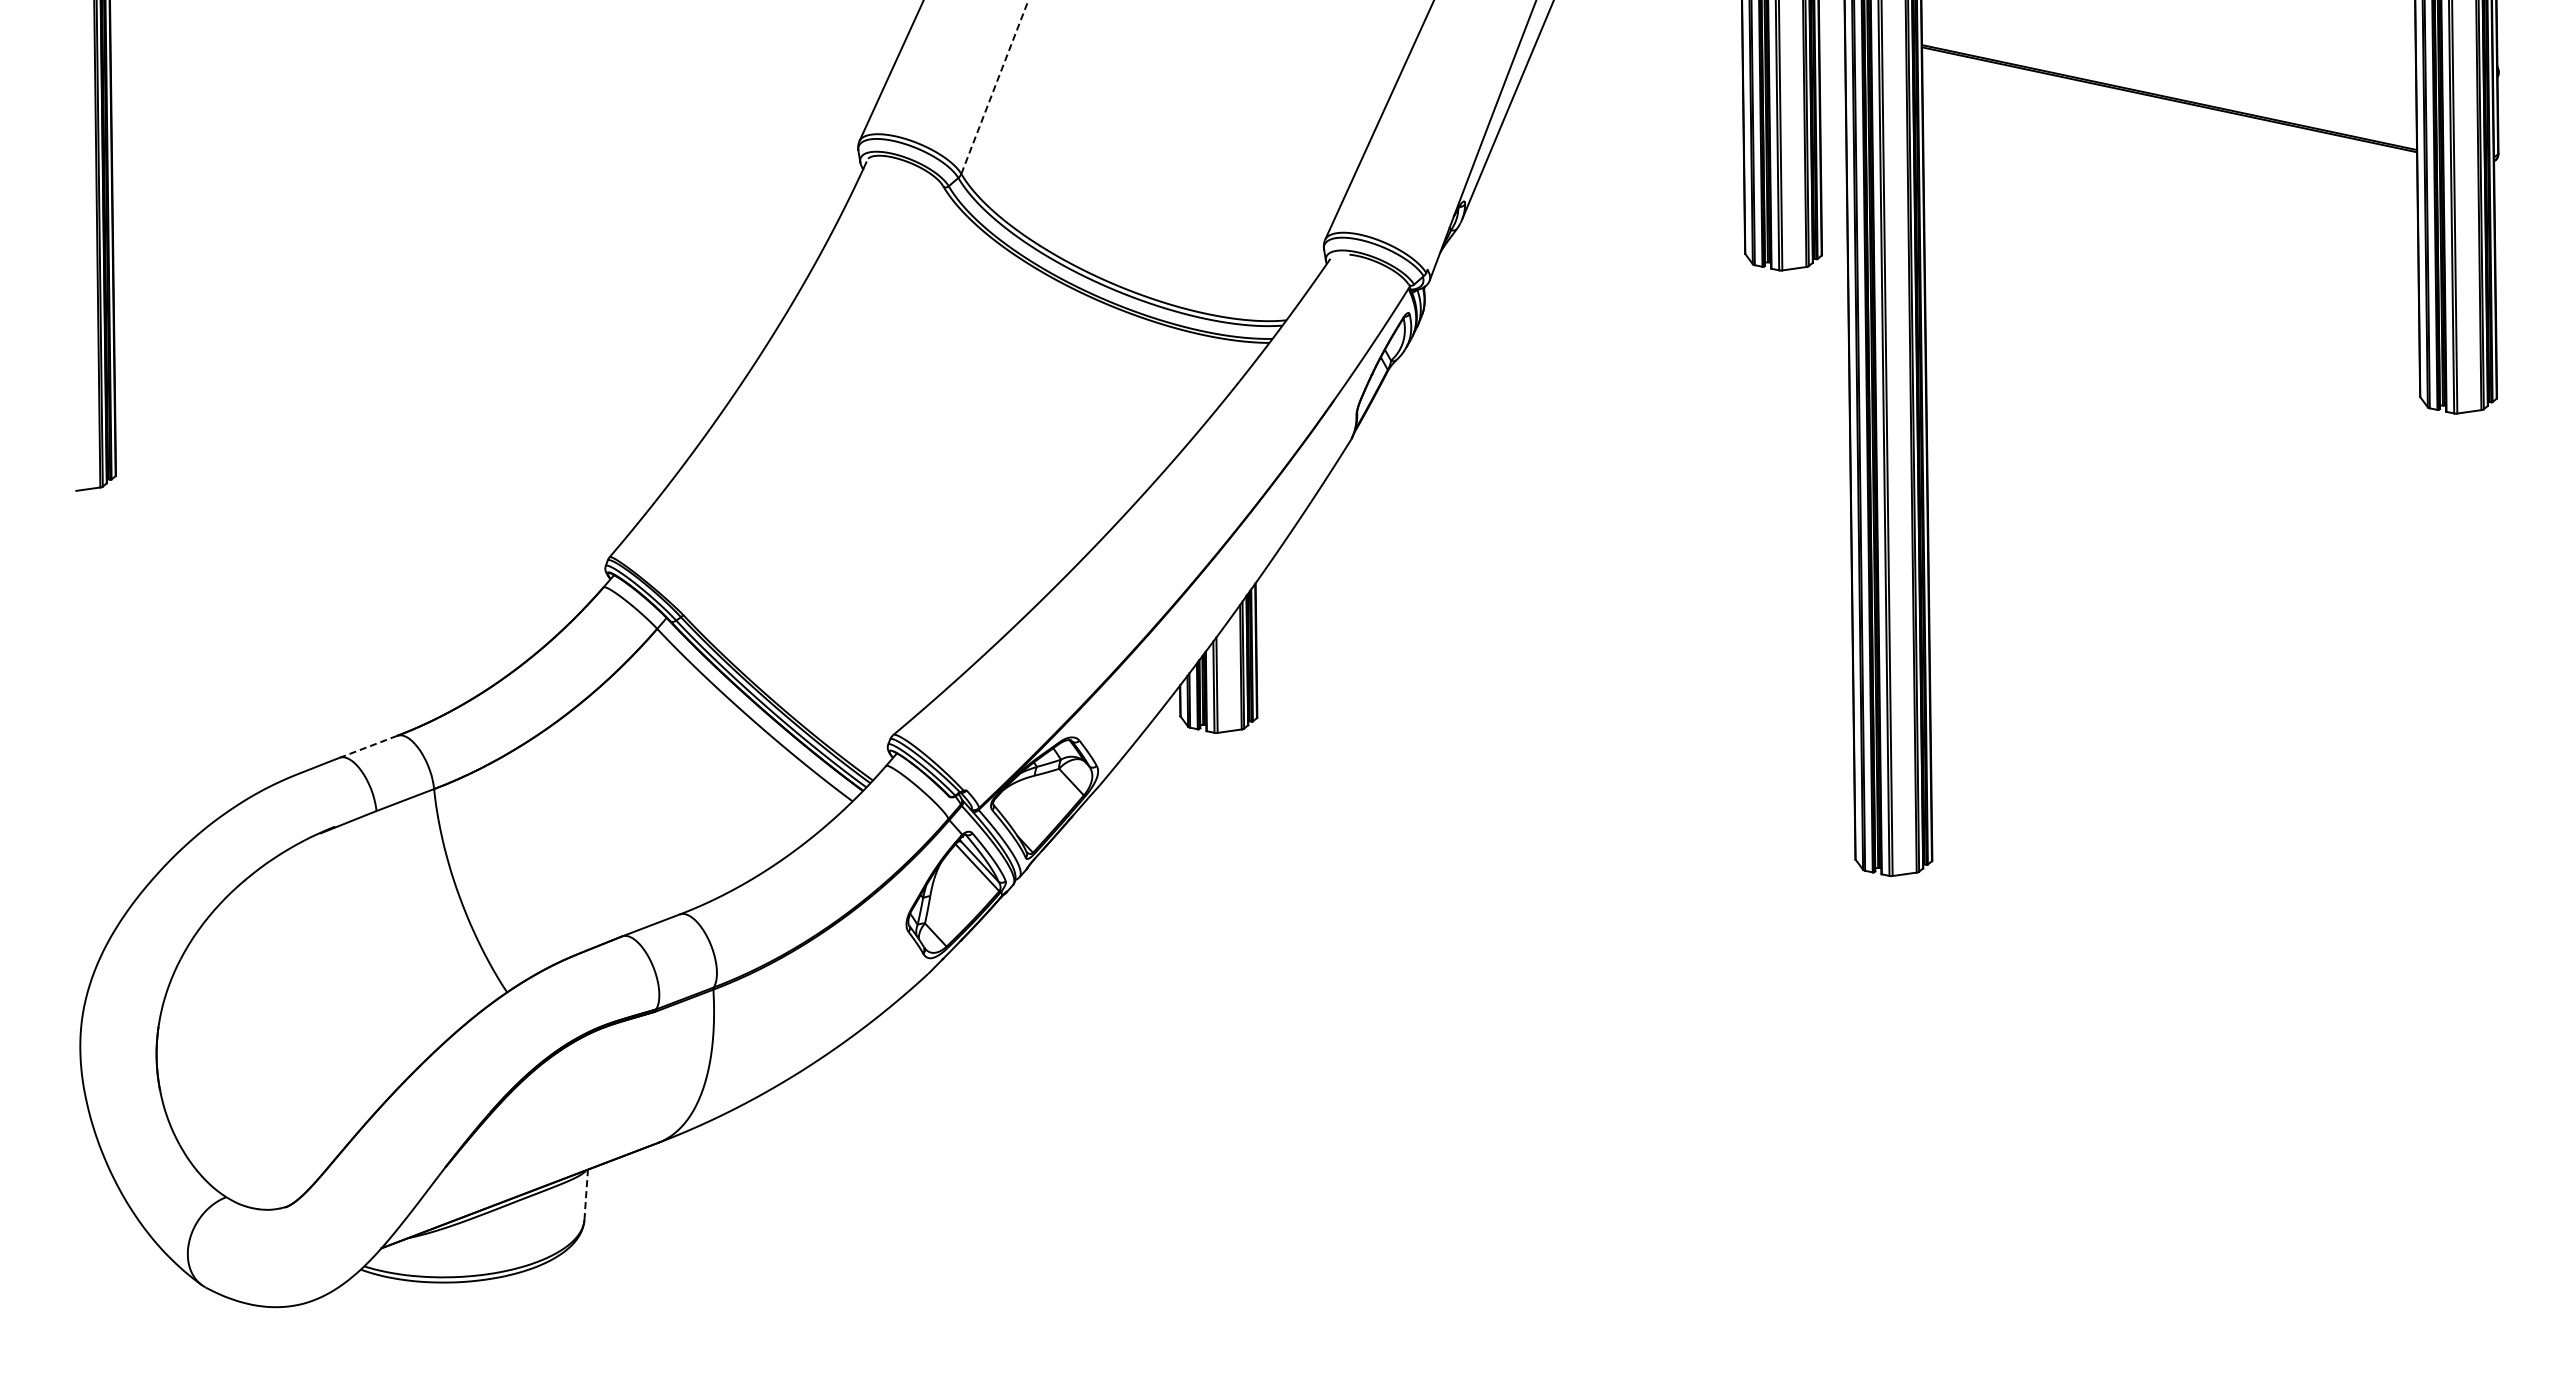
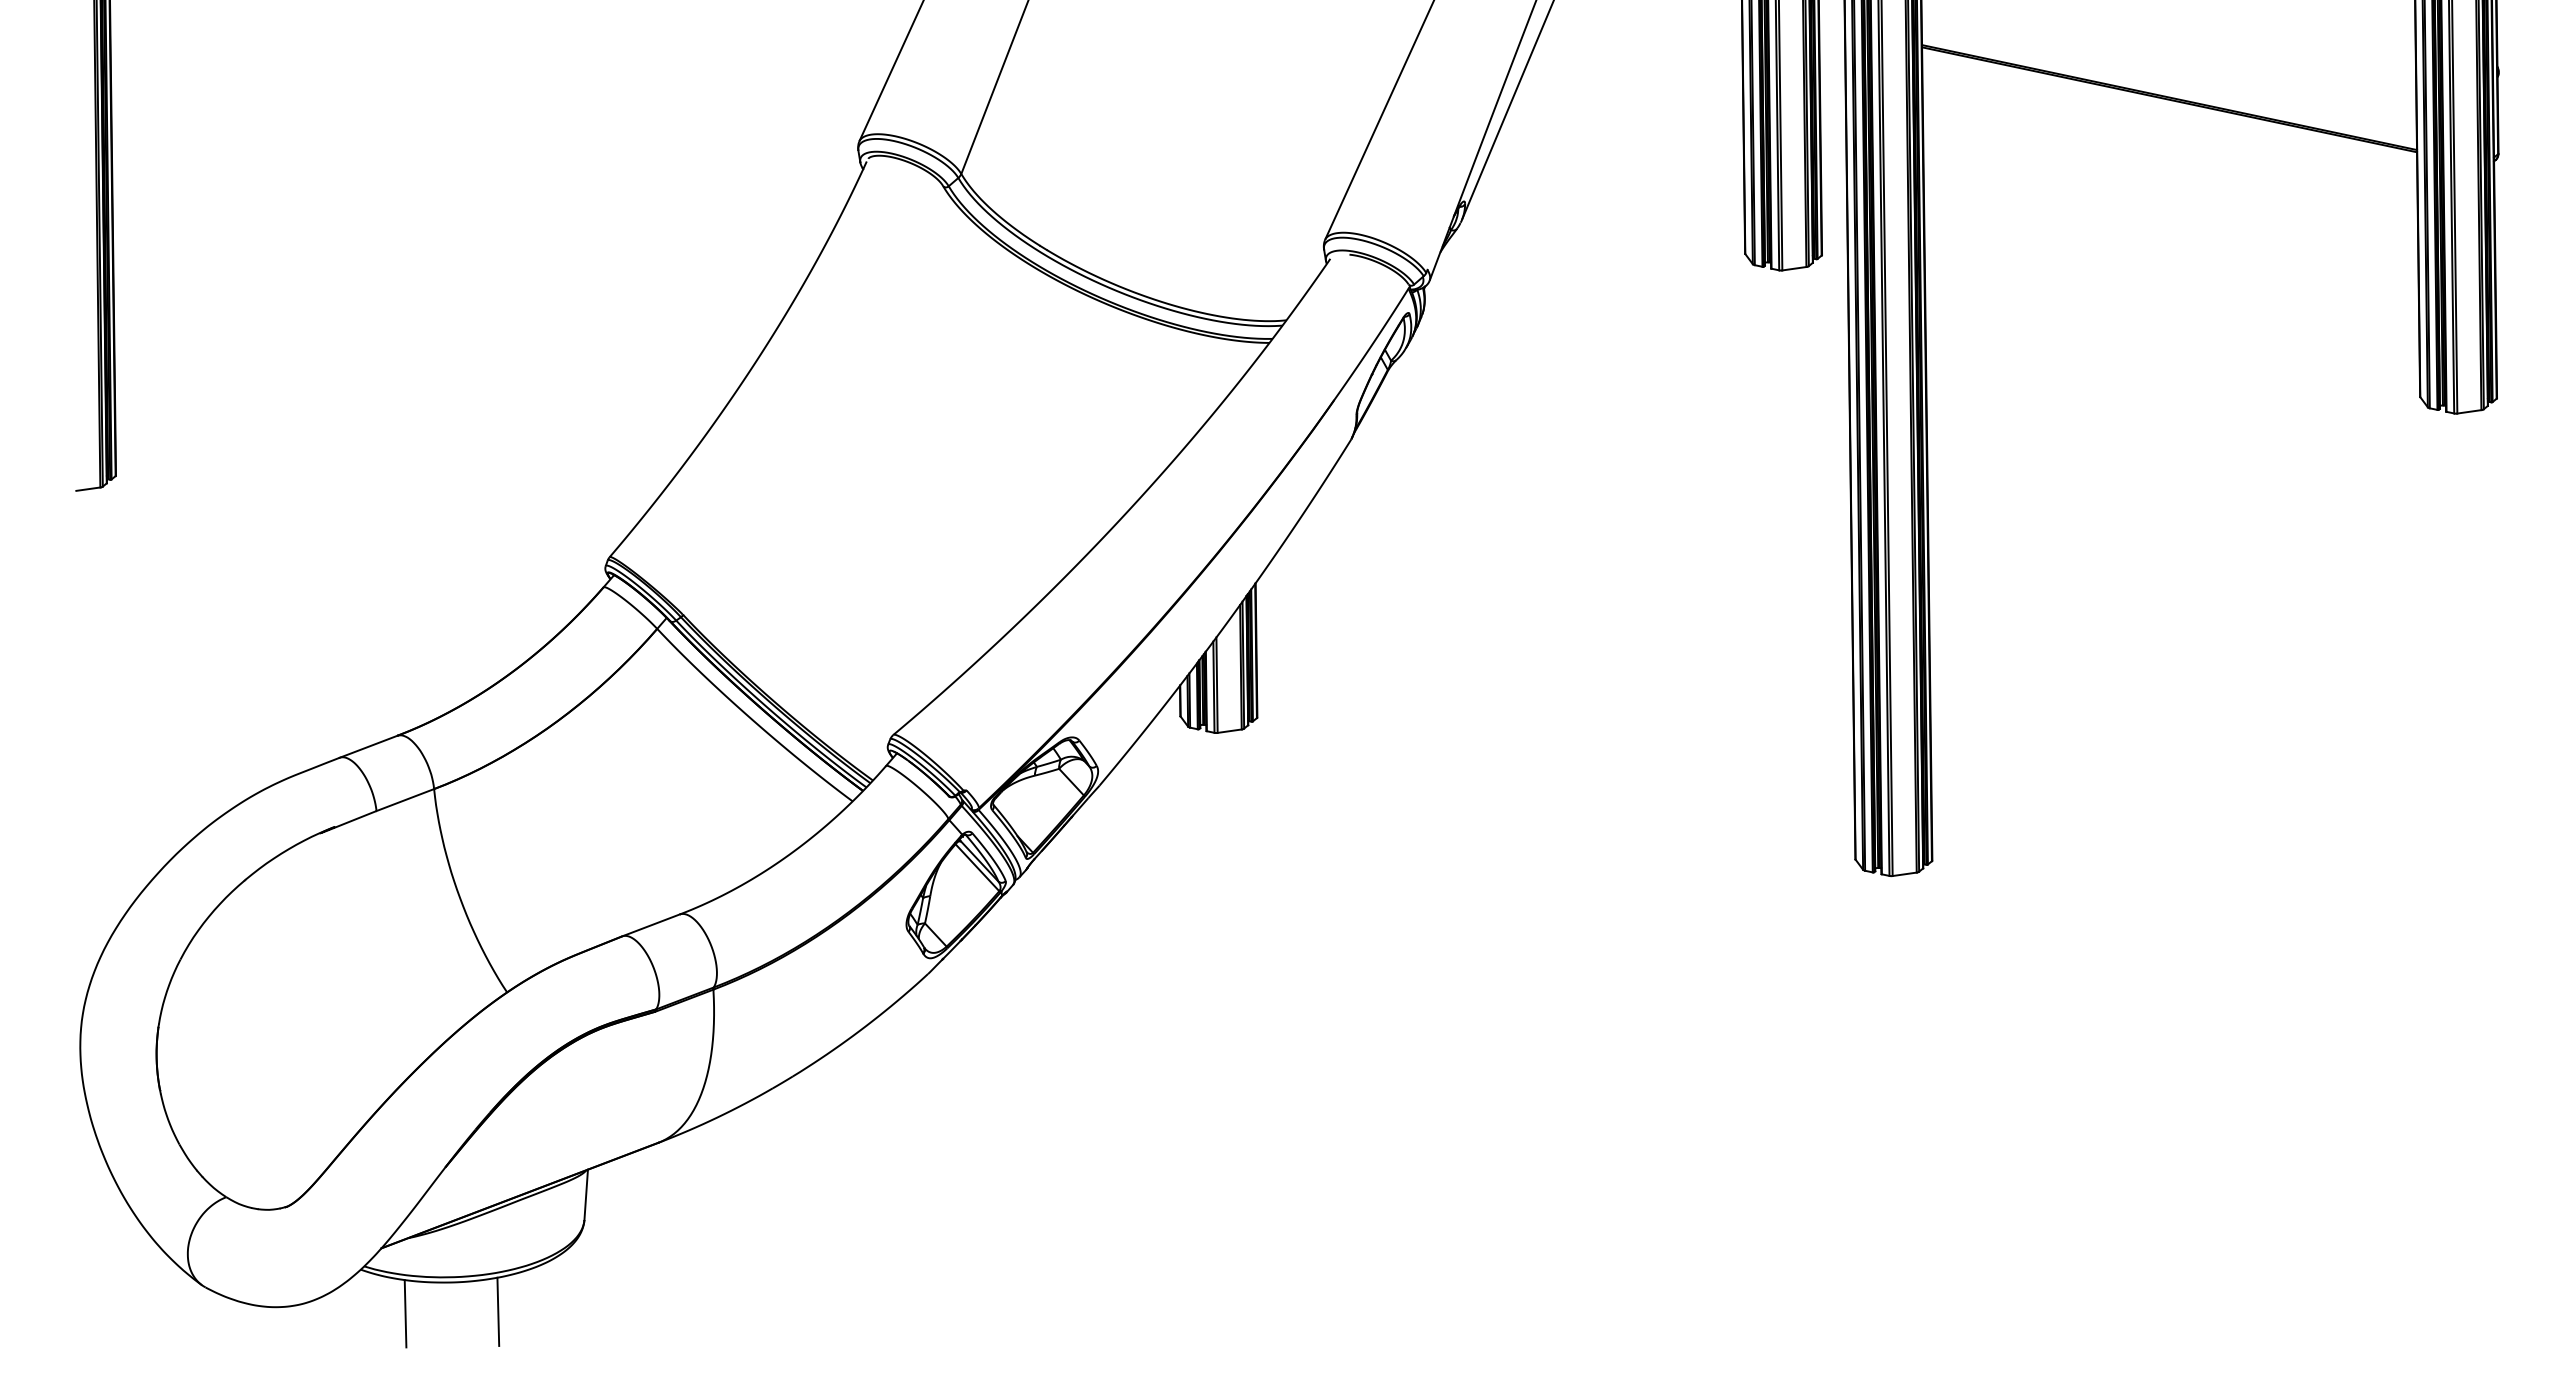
line at (994, 87): dashed -> solid
line at (368, 746): dashed -> solid
line at (586, 1194): dashed -> solid
line at (498, 1311): none -> present
line at (405, 1313): none -> present
